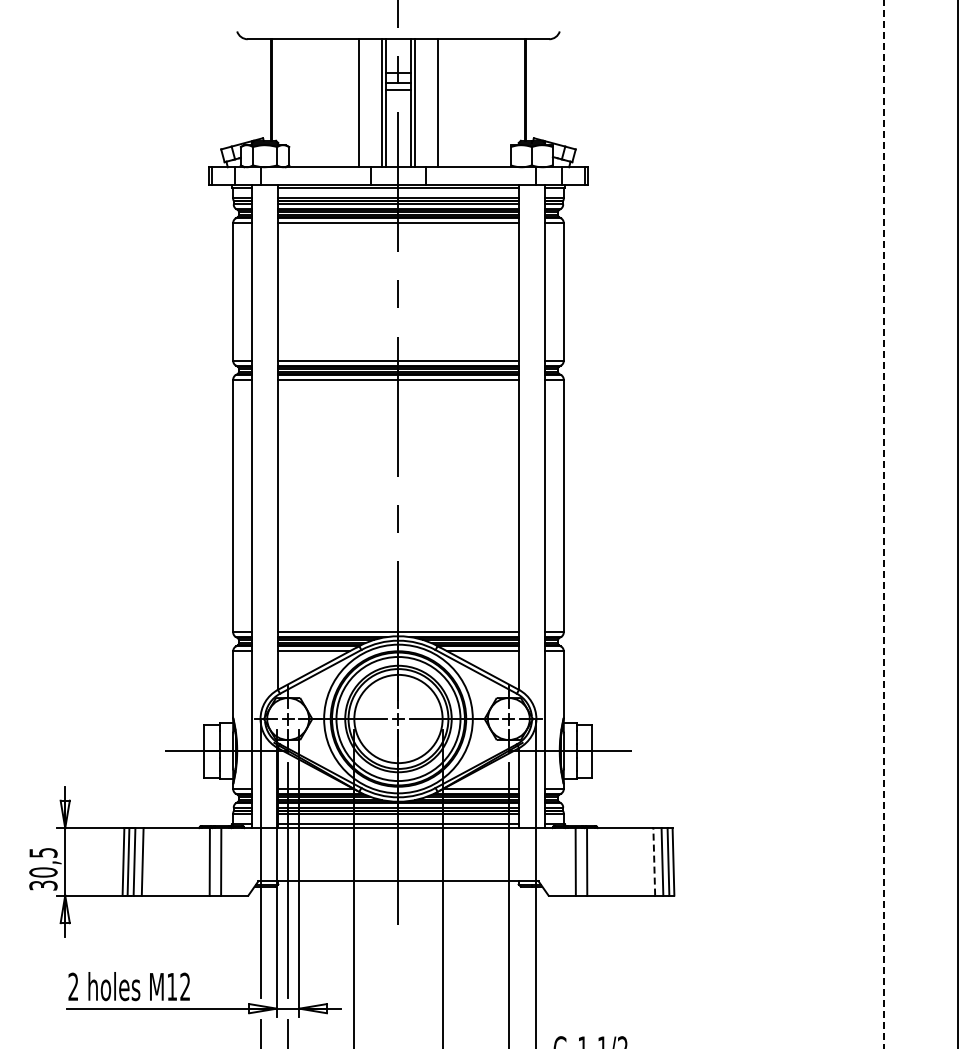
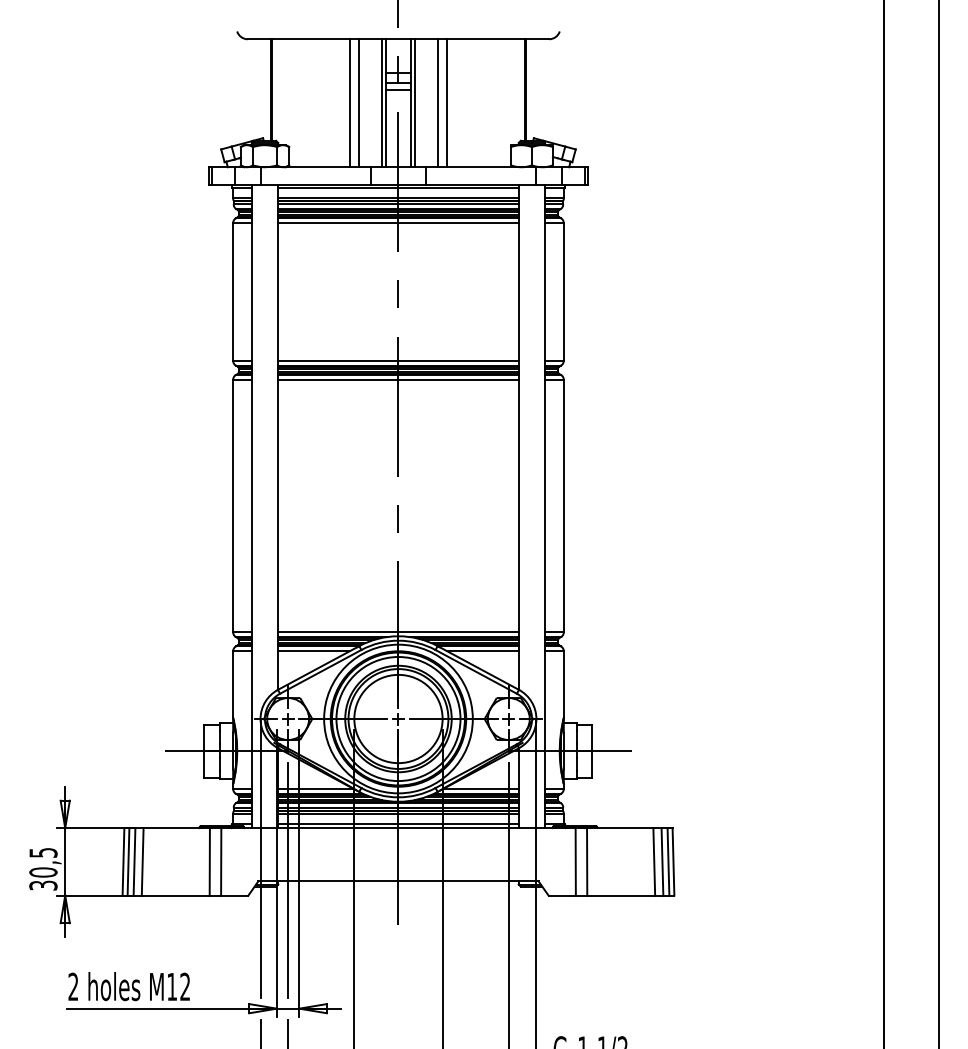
line at (350, 103): none -> present
line at (446, 103): none -> present
line at (957, 523) position: (957, 523) -> (938, 523)
line at (883, 524): dashed -> solid
line at (654, 861): dashed -> solid
